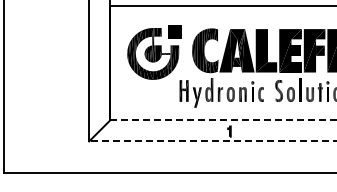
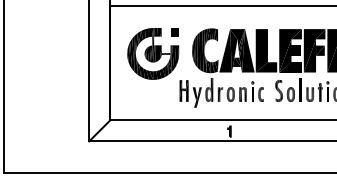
part at (174, 31) size: 14x14 px -> 8x9 px
line at (223, 120): dashed -> solid
line at (213, 141): dashed -> solid
